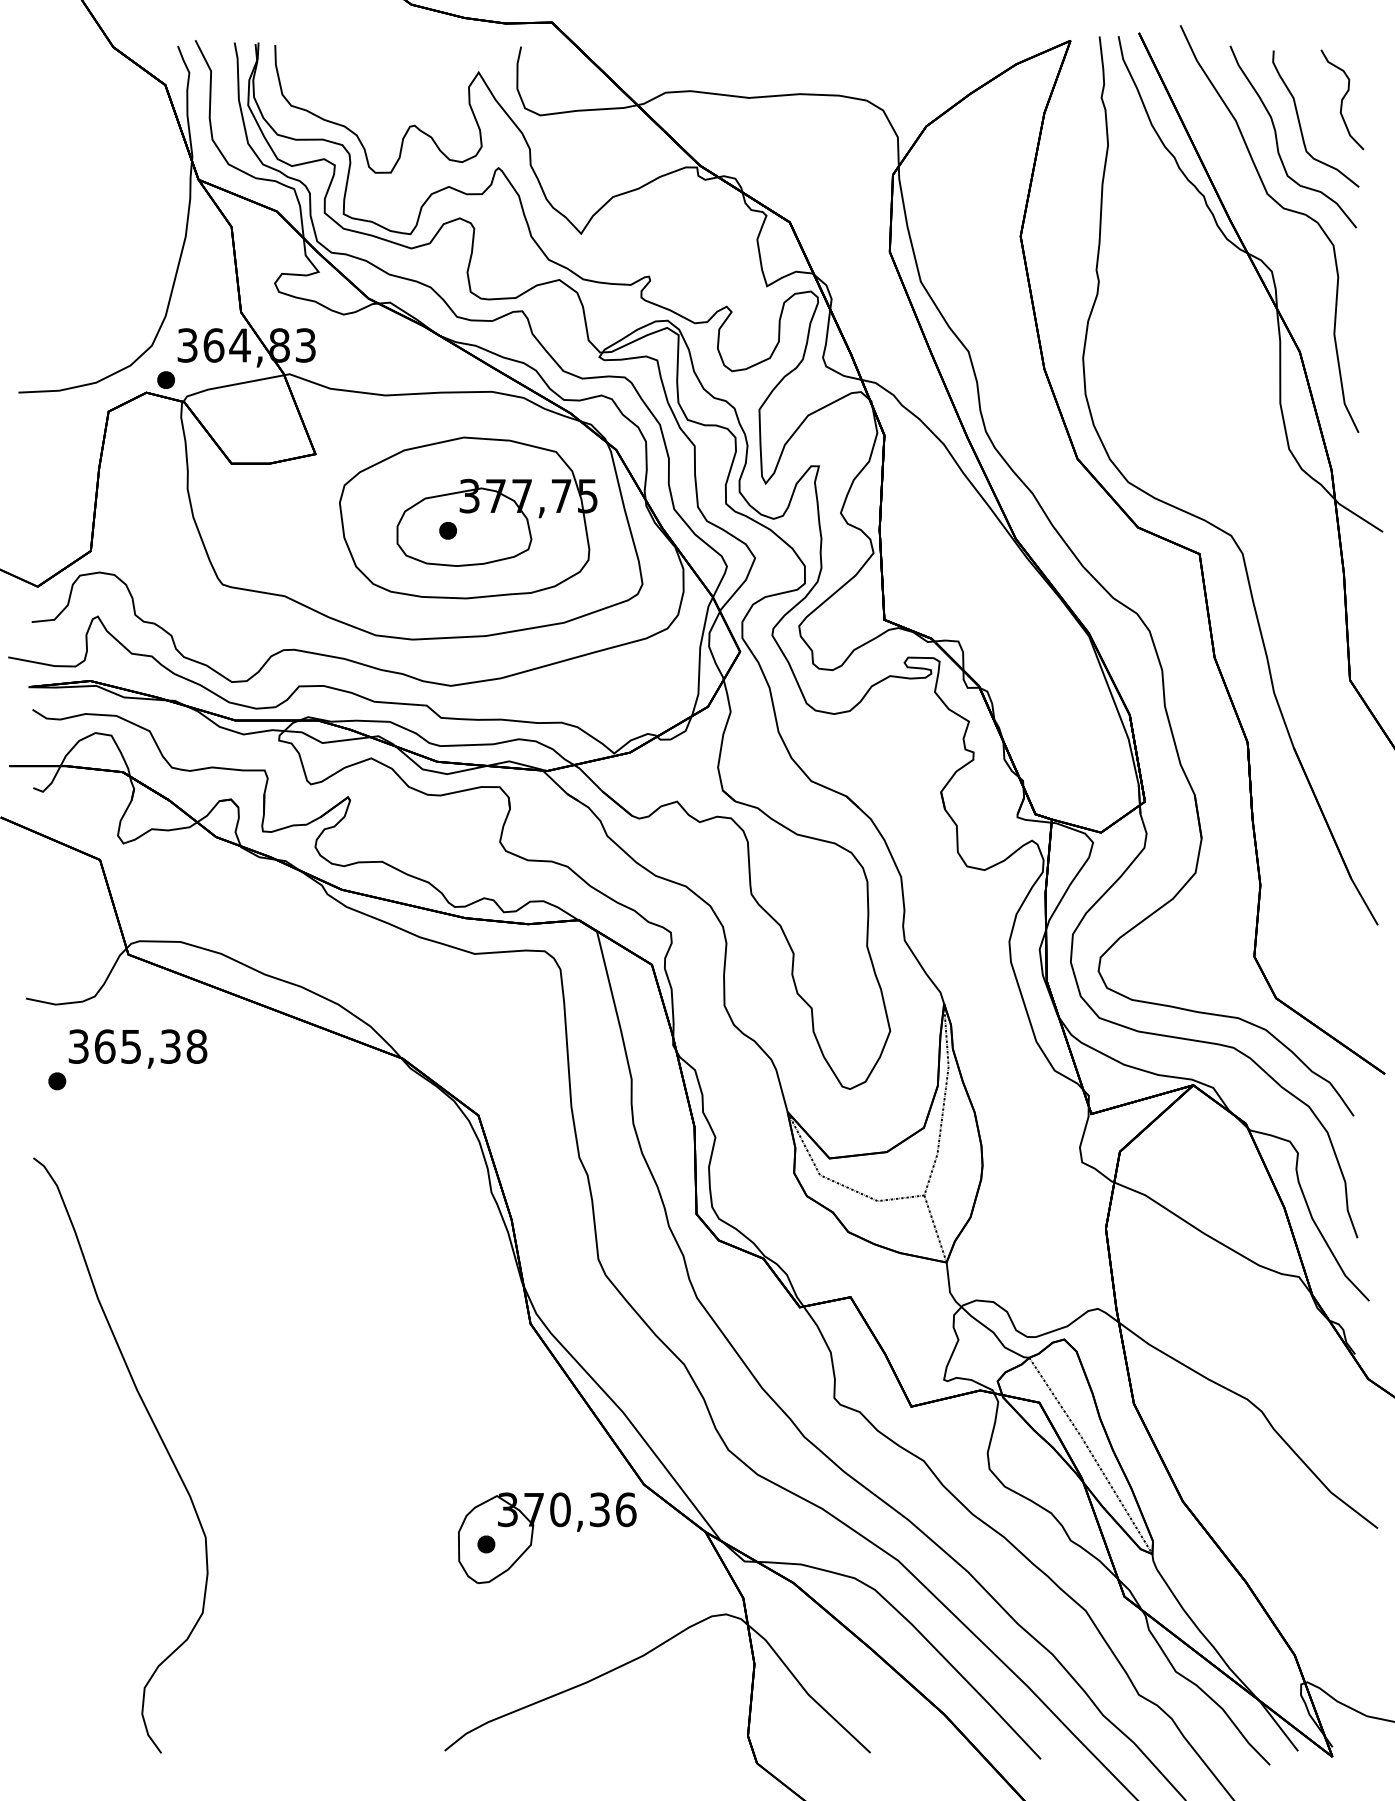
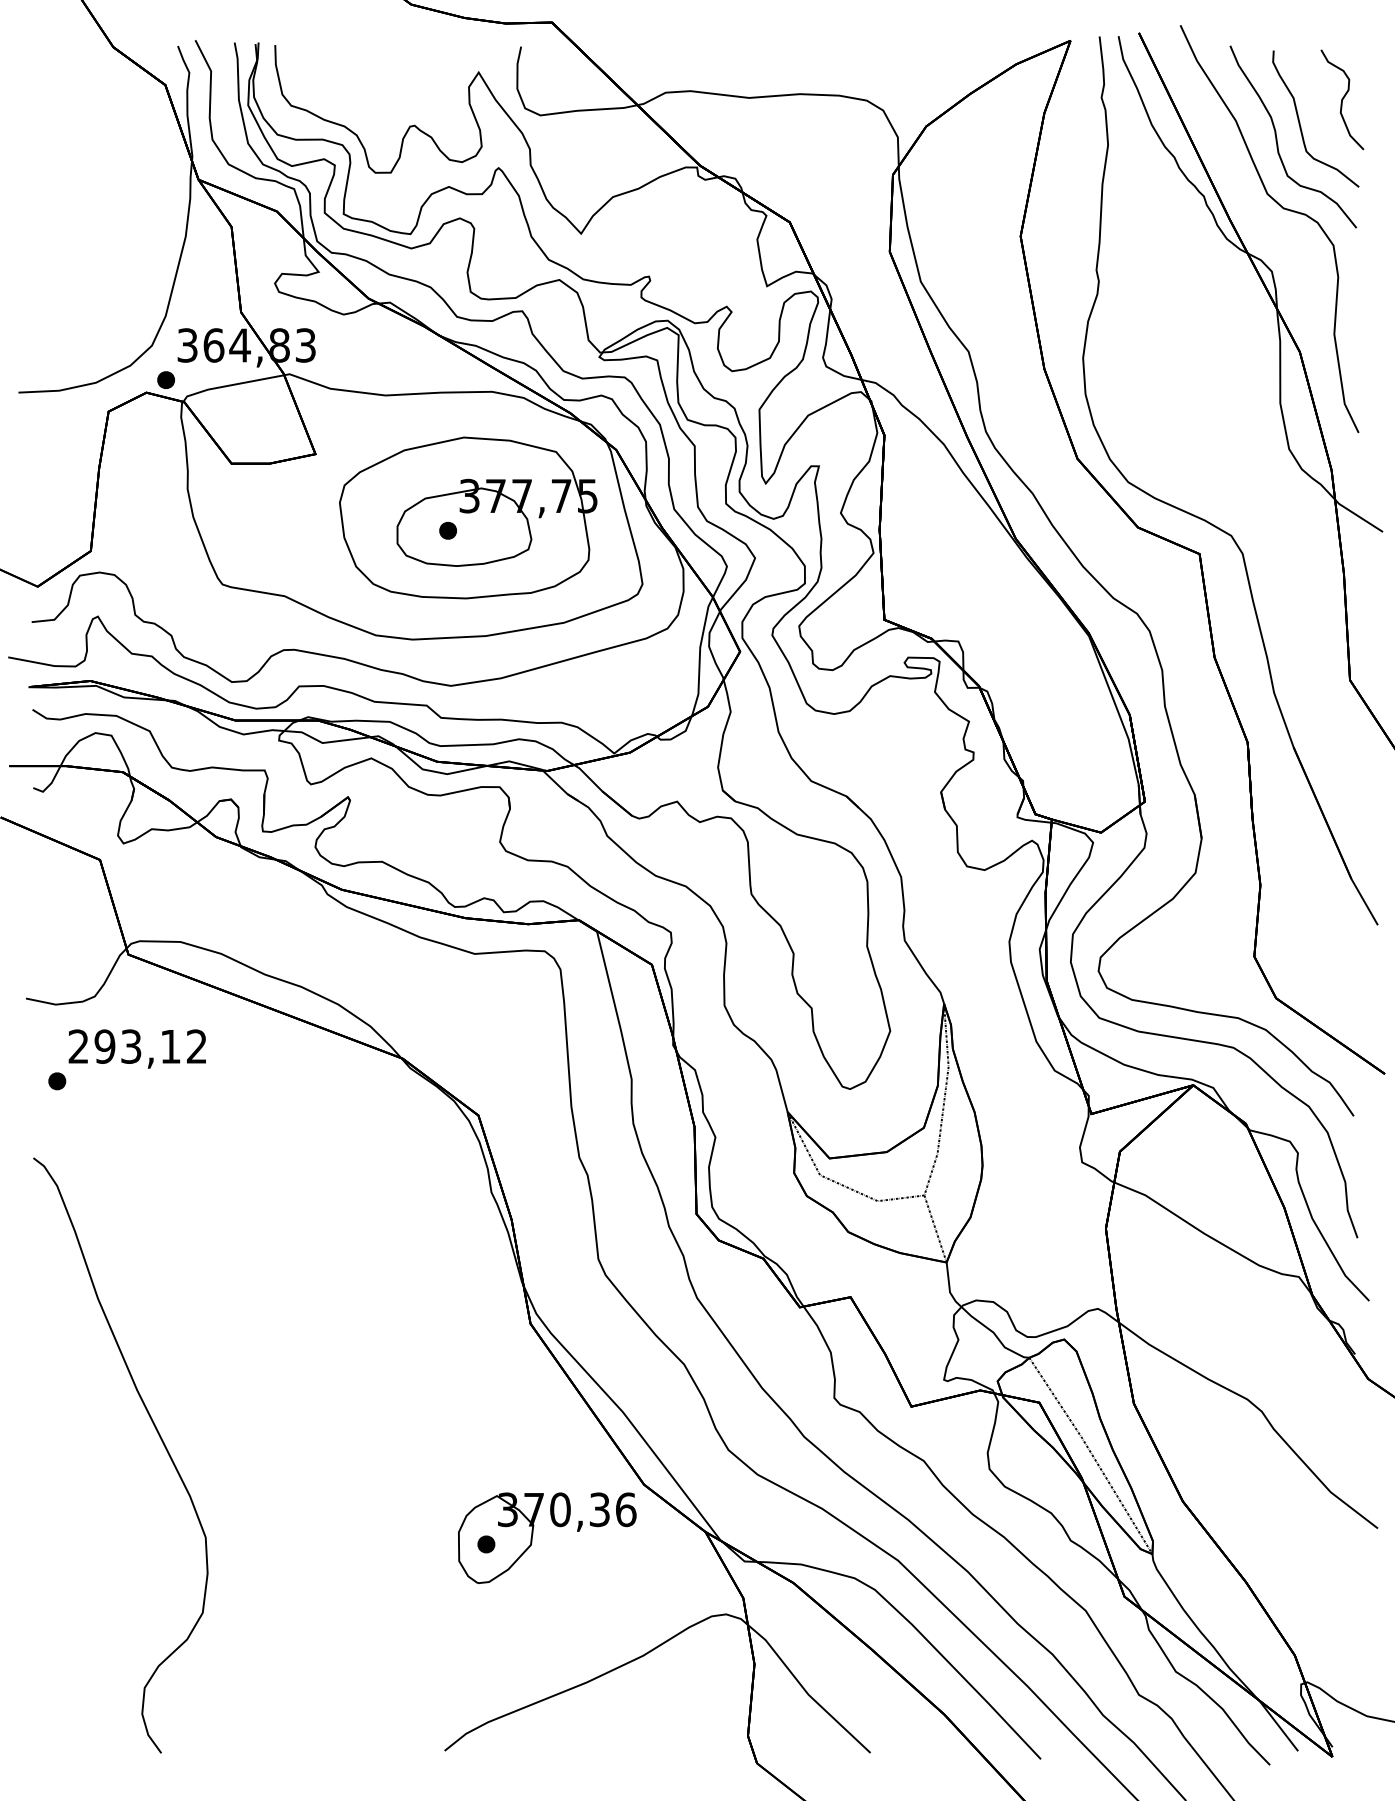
text at (137, 1046): 365,38 -> 293,12
